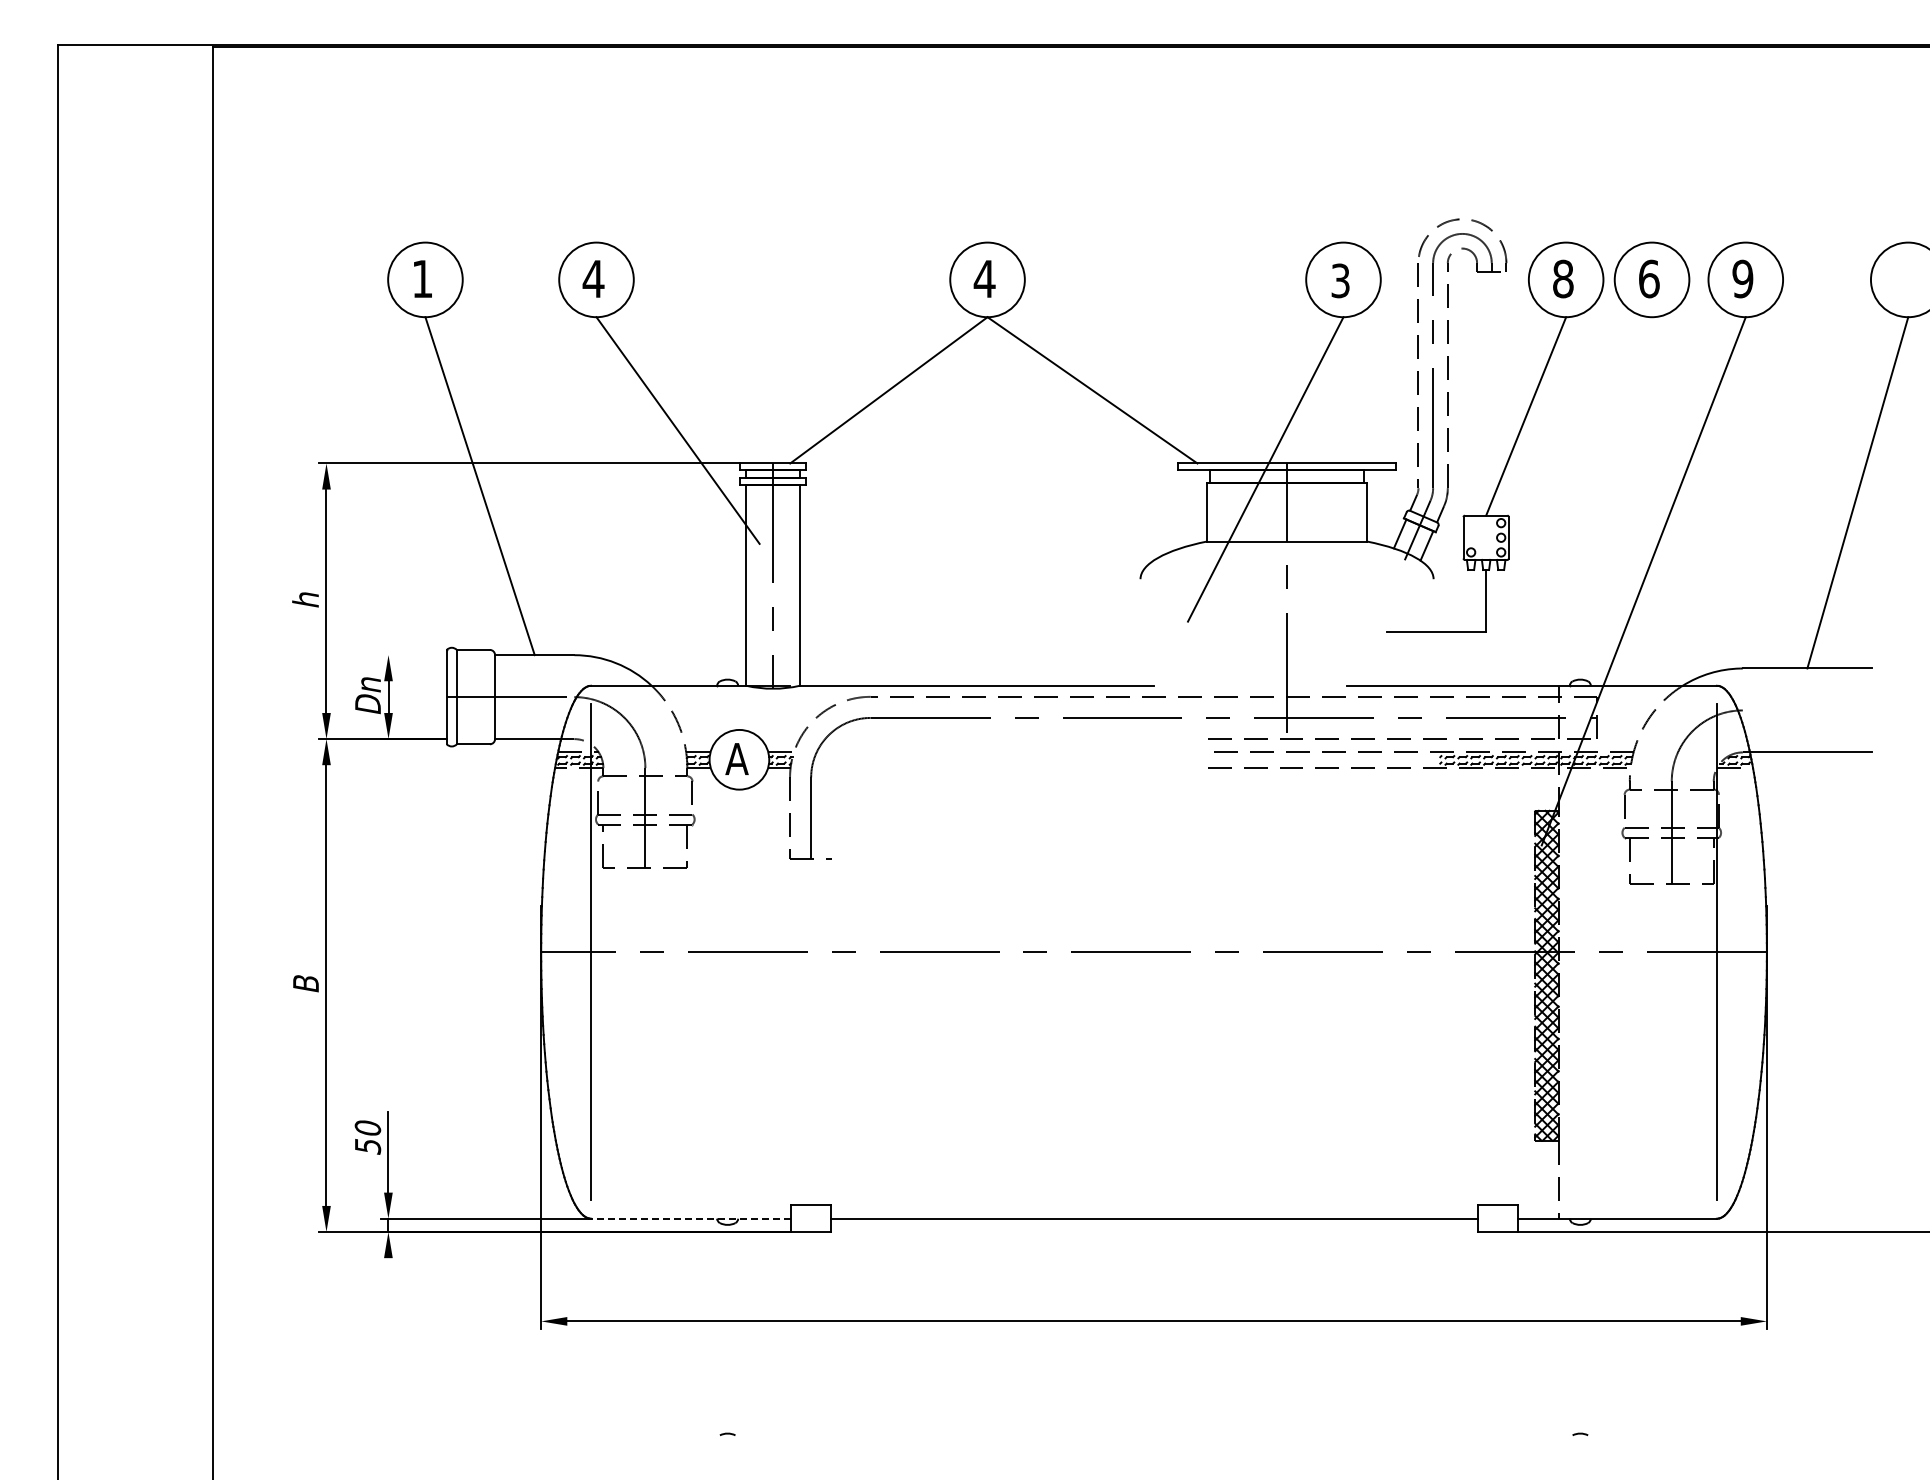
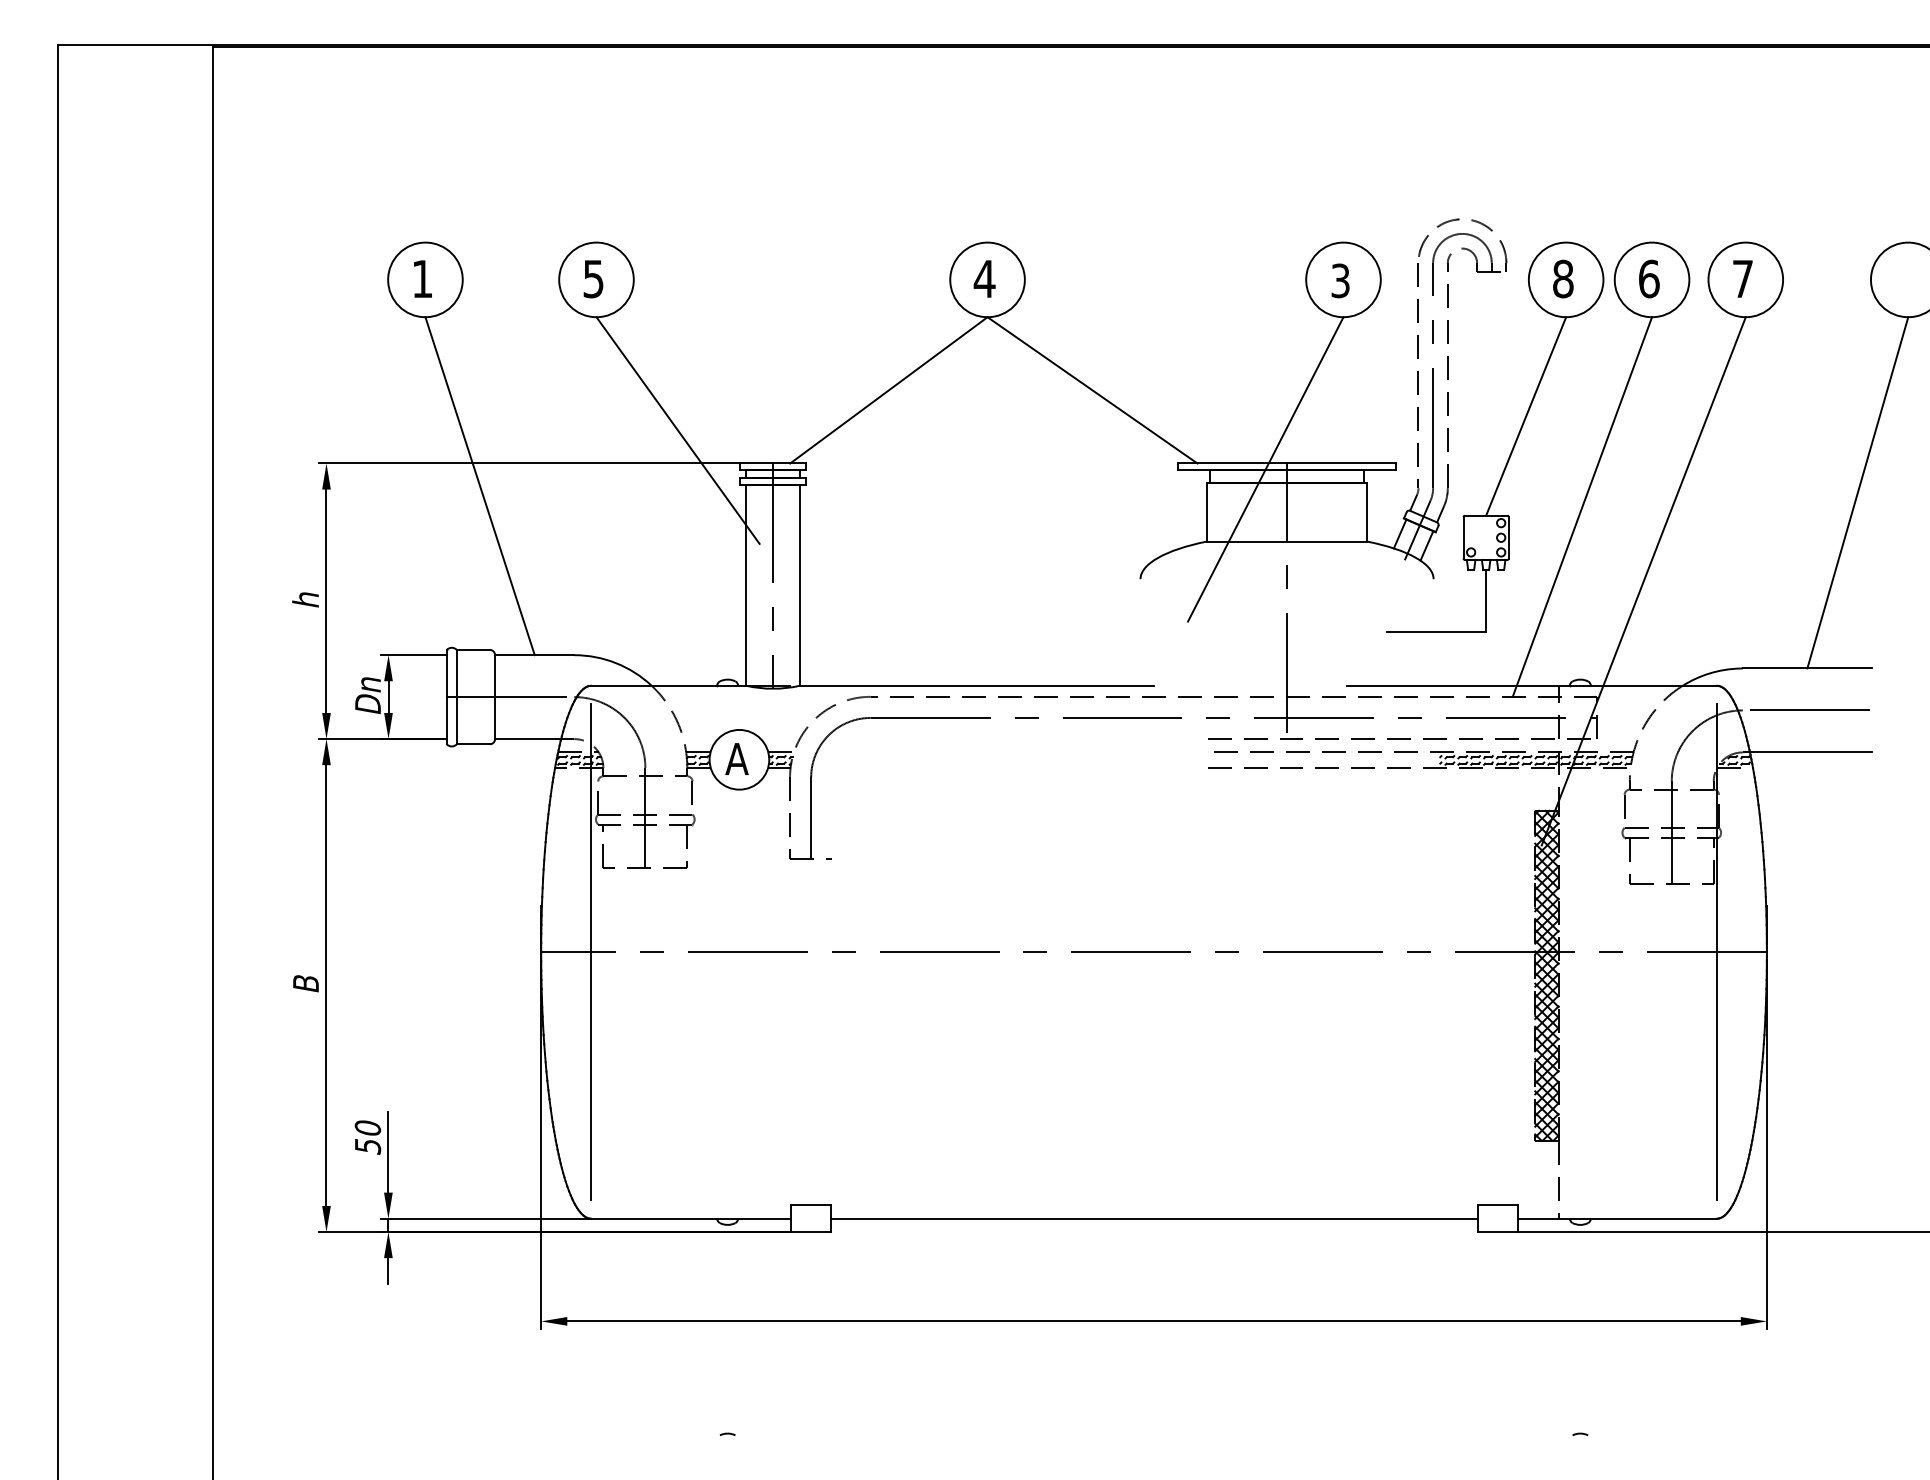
text at (1742, 278): 9 -> 7
text at (593, 279): 4 -> 5
line at (1582, 506): none -> present
line at (413, 655): none -> present
line at (1809, 709): none -> present
line at (690, 1218): dashed -> solid
line at (388, 1271): none -> present
